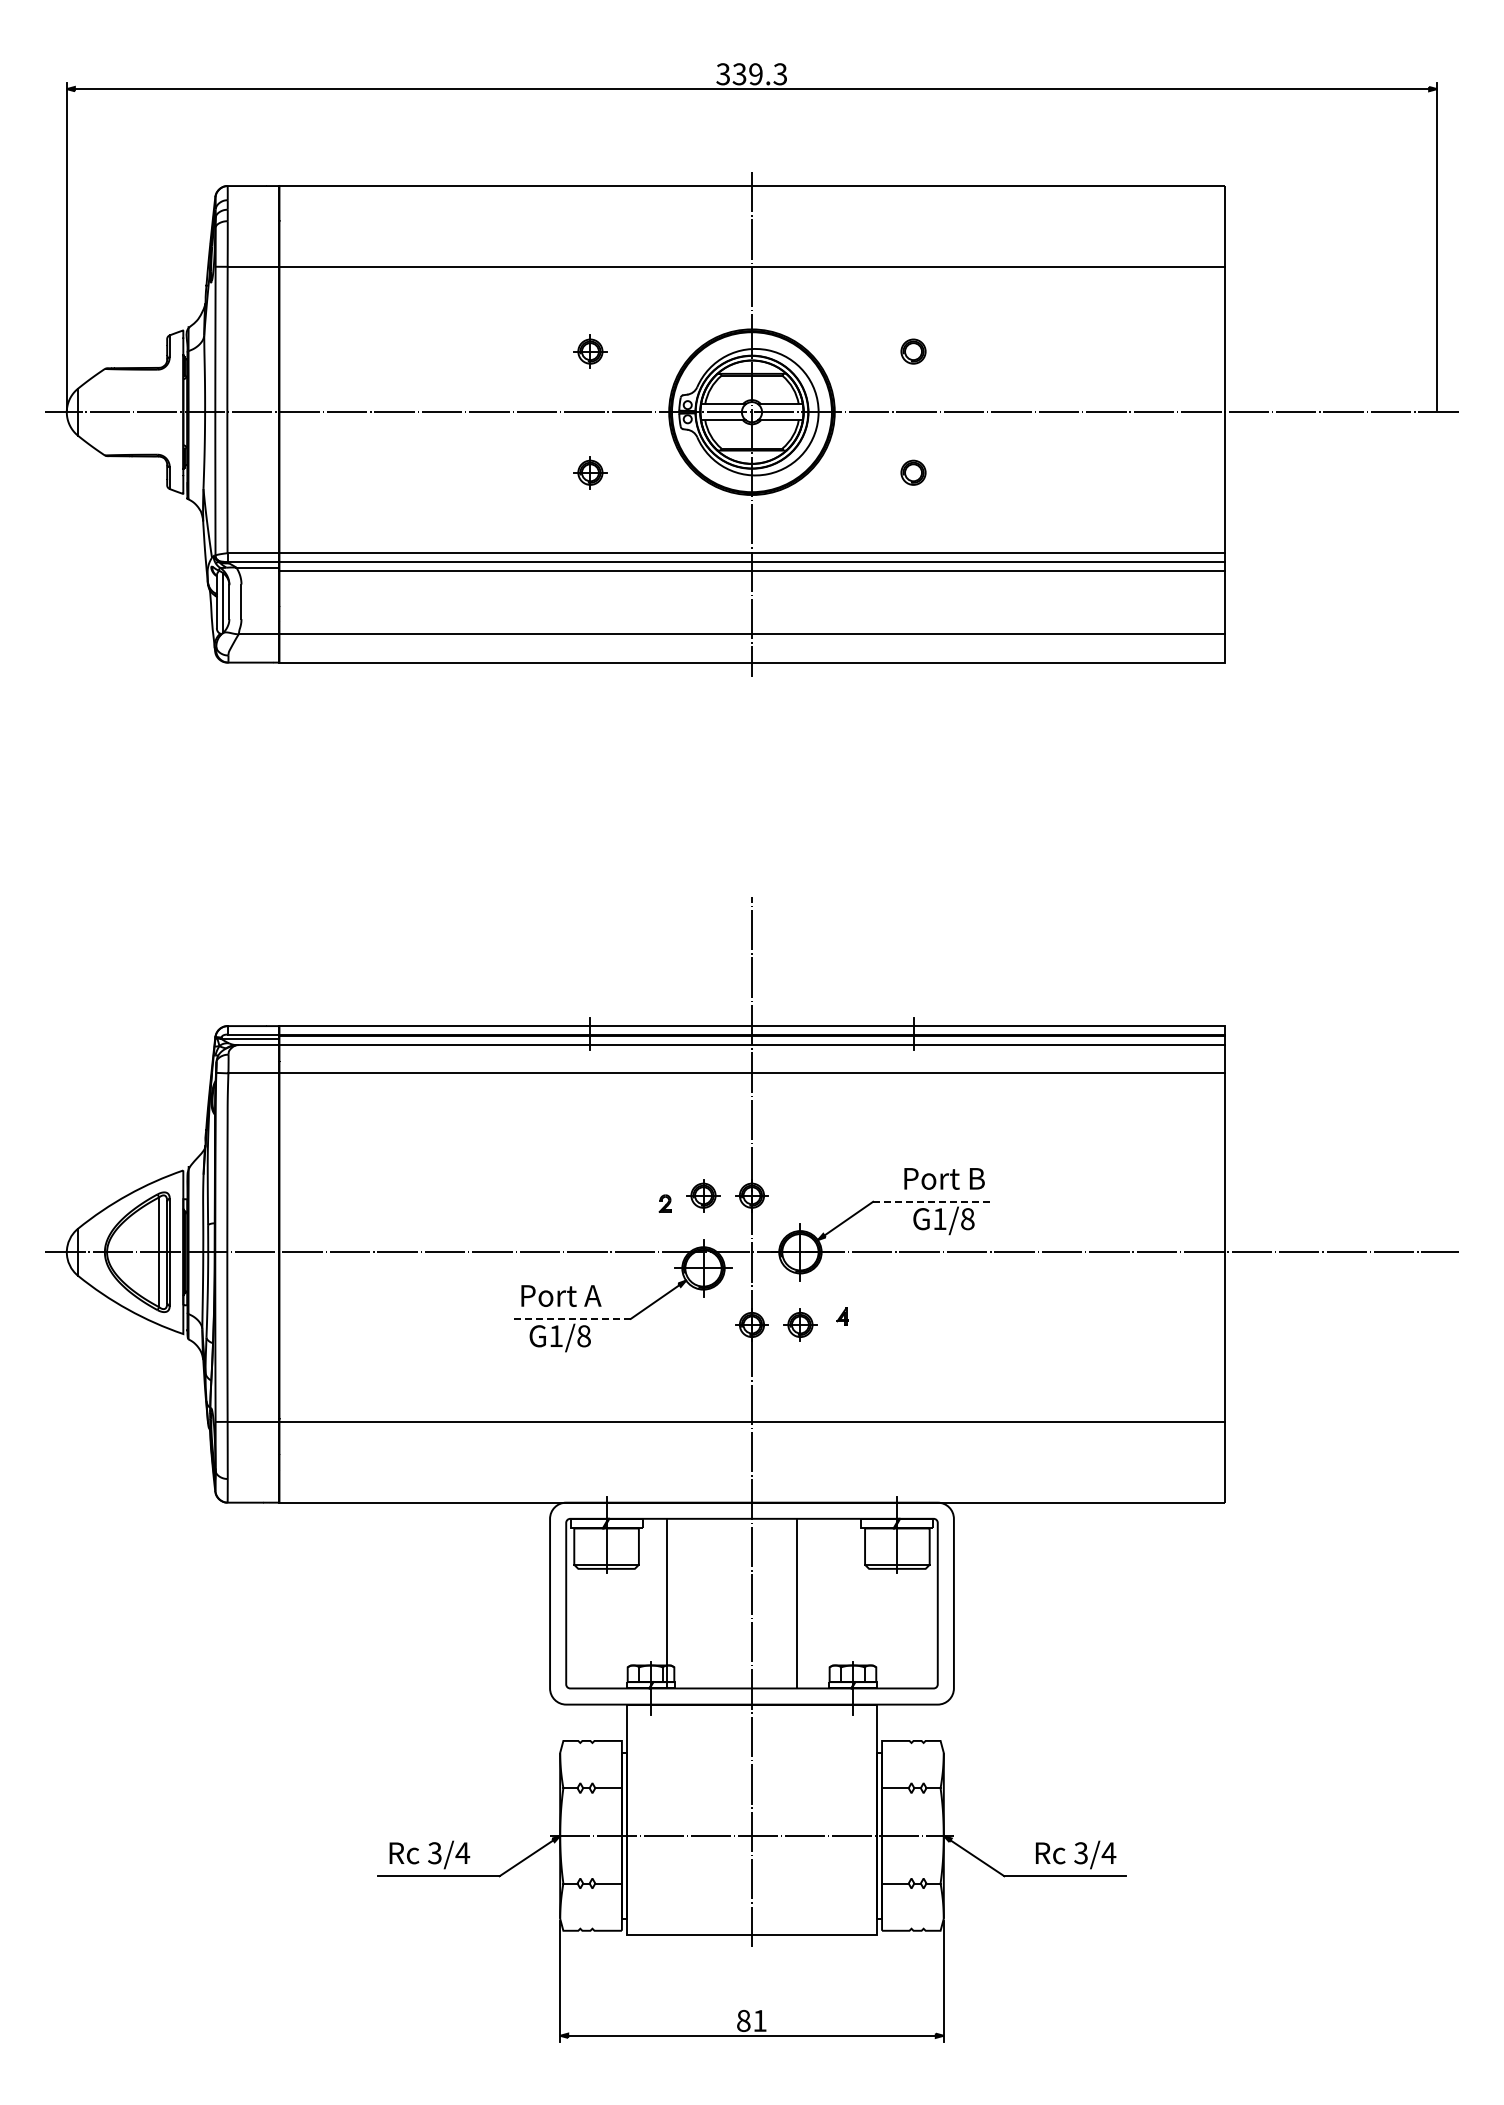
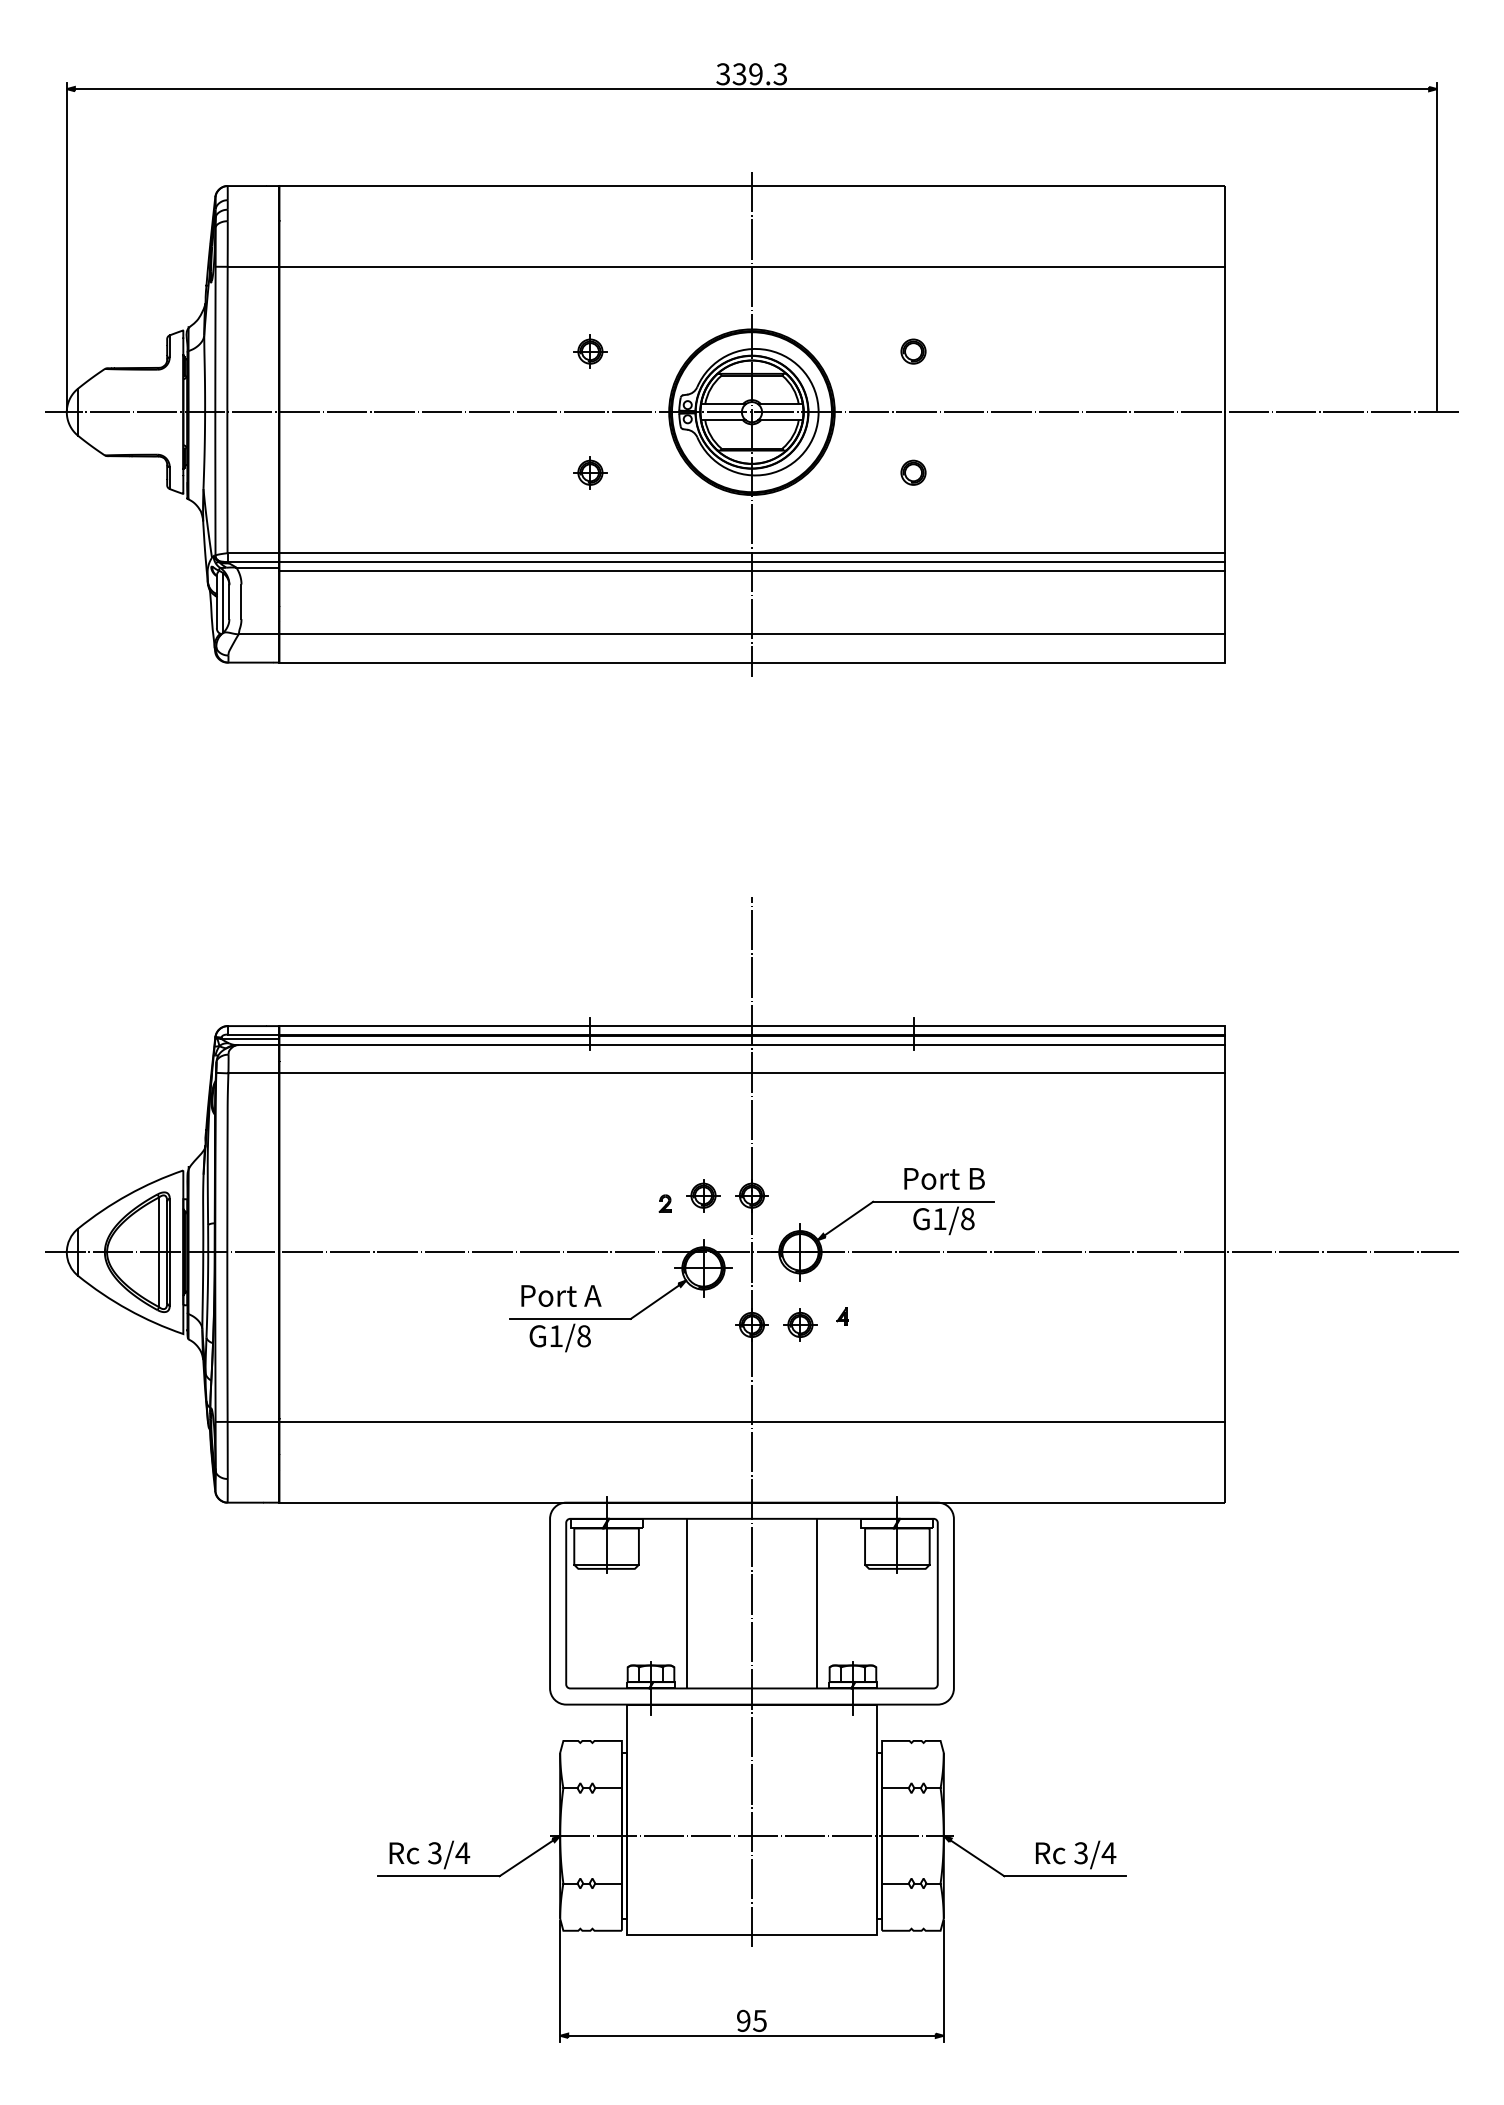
line at (933, 1201): dashed -> solid
line at (570, 1318): dashed -> solid
line at (667, 1603) position: (667, 1603) -> (687, 1603)
line at (796, 1603) position: (796, 1603) -> (816, 1603)
text at (751, 2020): 81 -> 95
